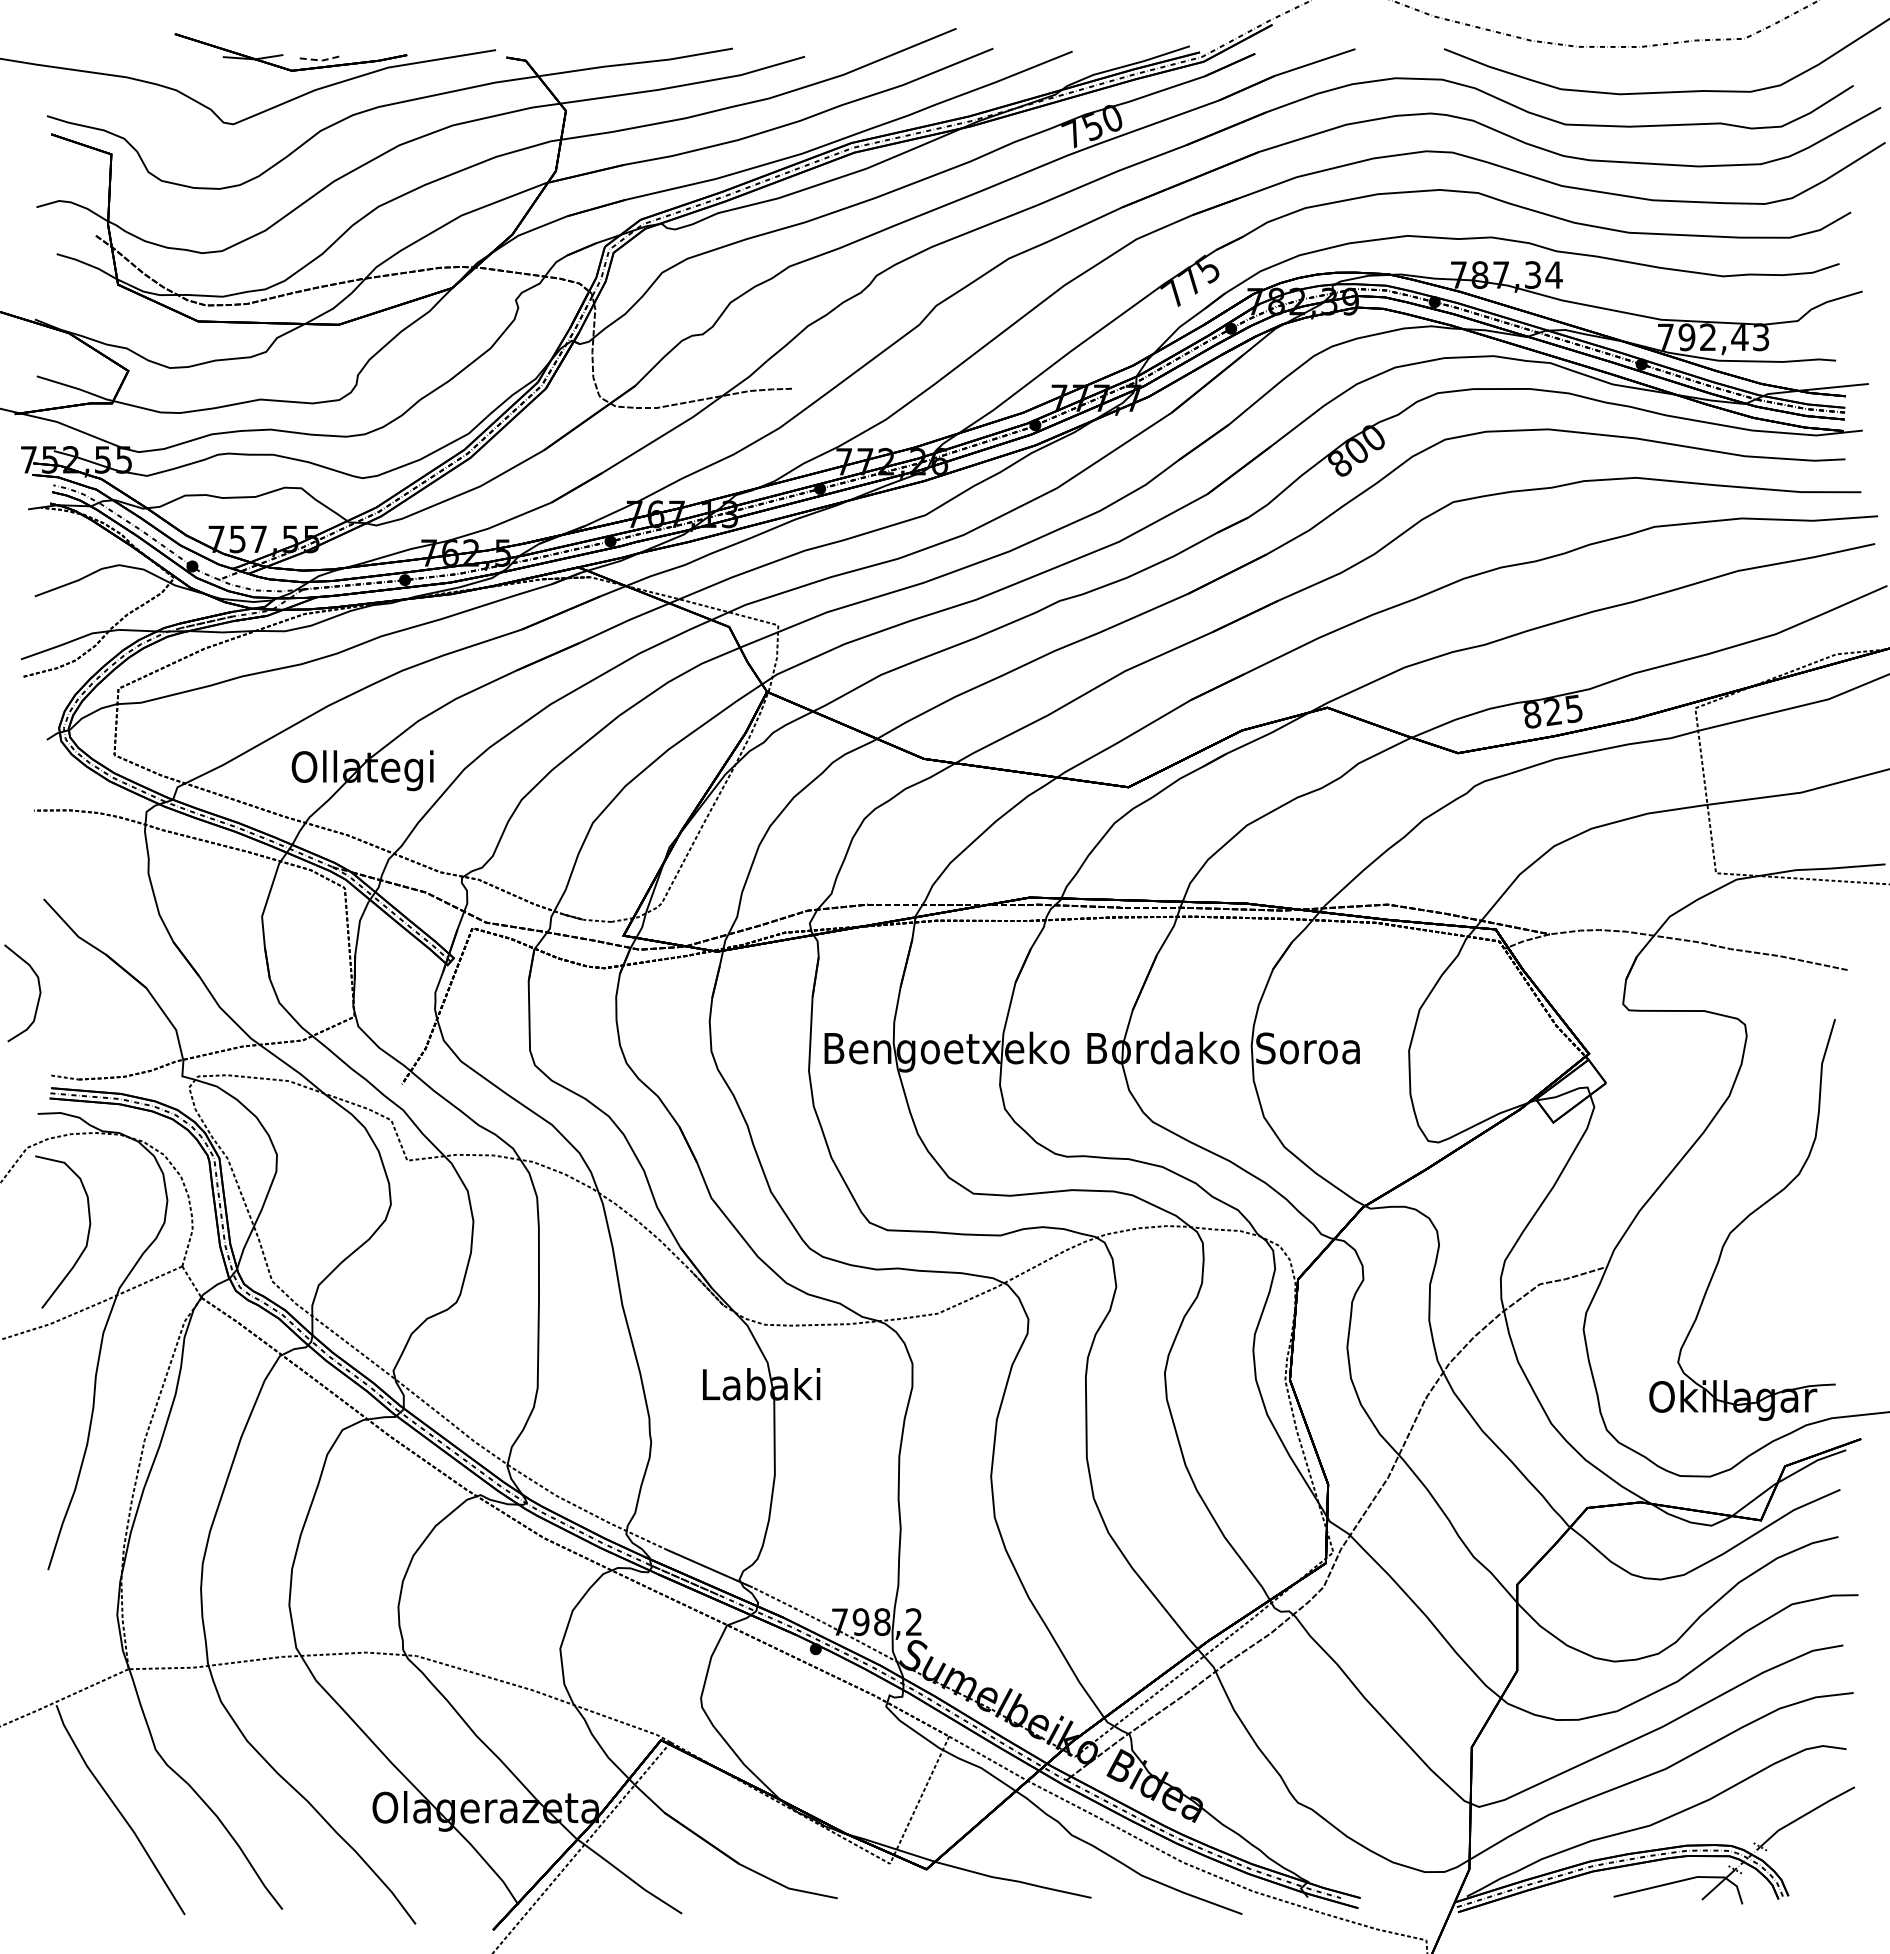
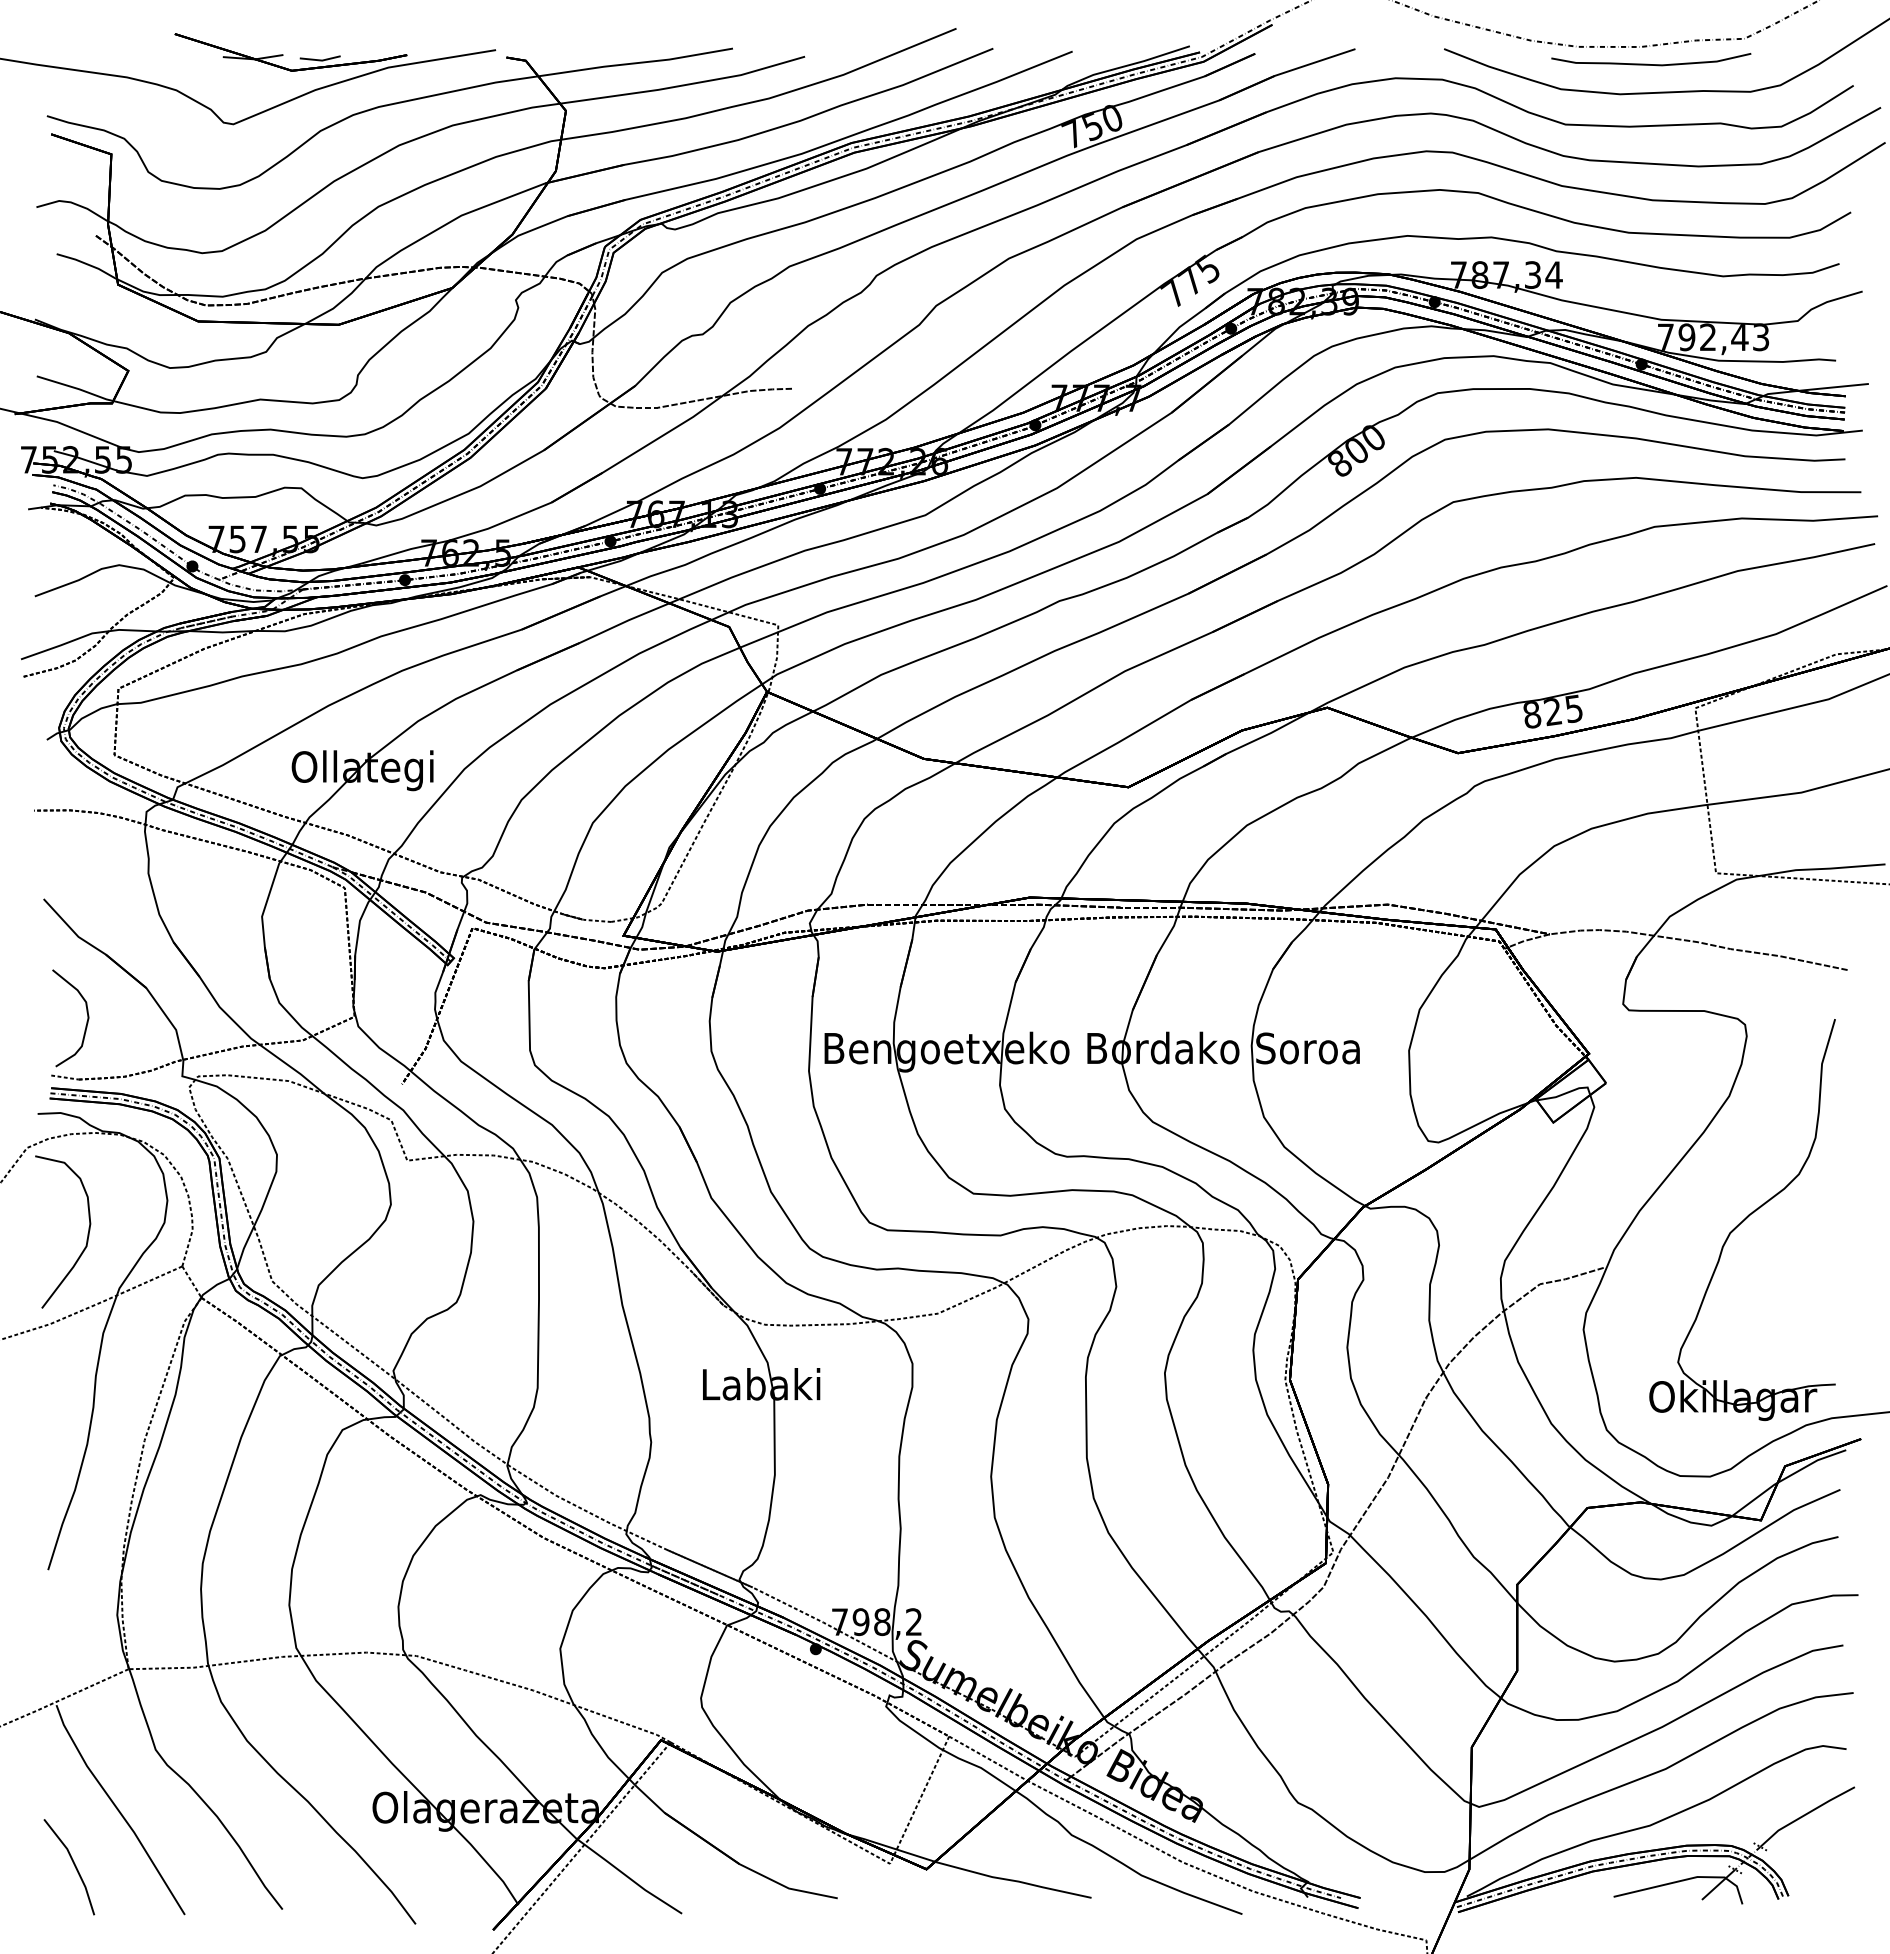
line at (321, 60): dashed -> solid
curve at (1651, 64): none -> present
curve at (38, 996) position: (38, 996) -> (86, 1021)
line at (73, 1864): none -> present
